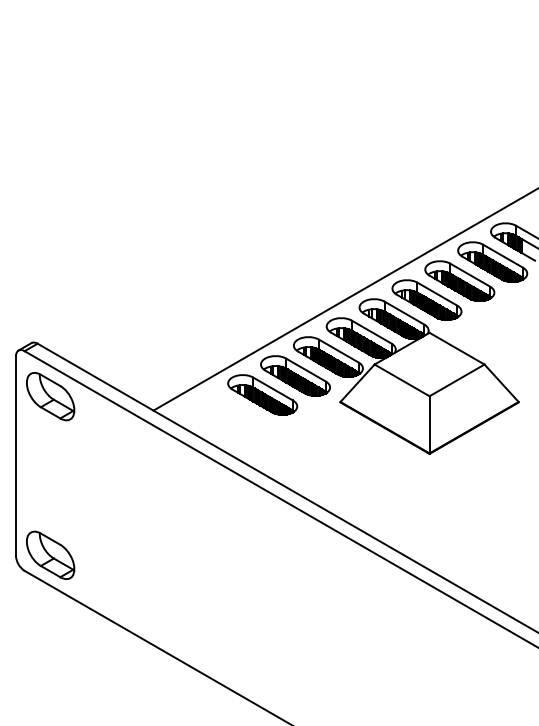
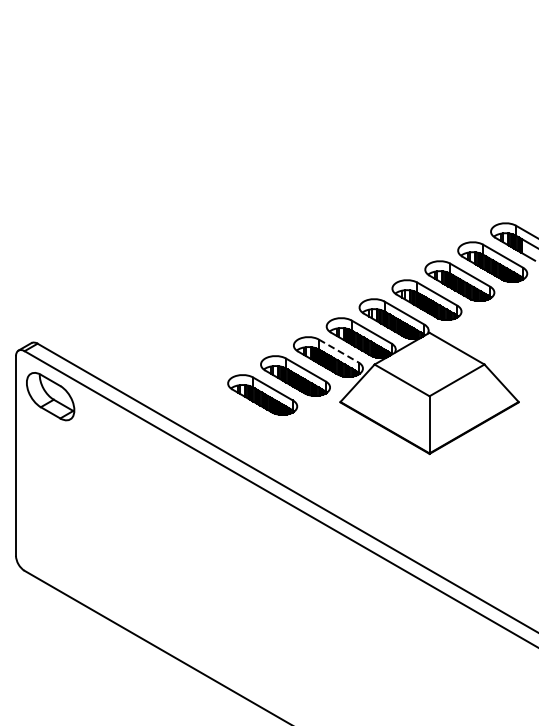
line at (344, 300): present -> none
line at (338, 351): solid -> dashed
part at (50, 554): present -> none
